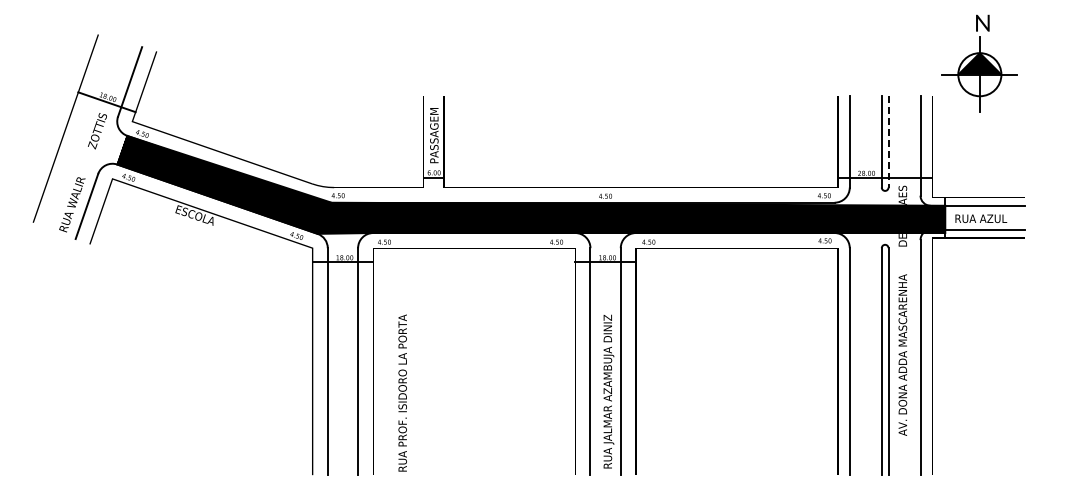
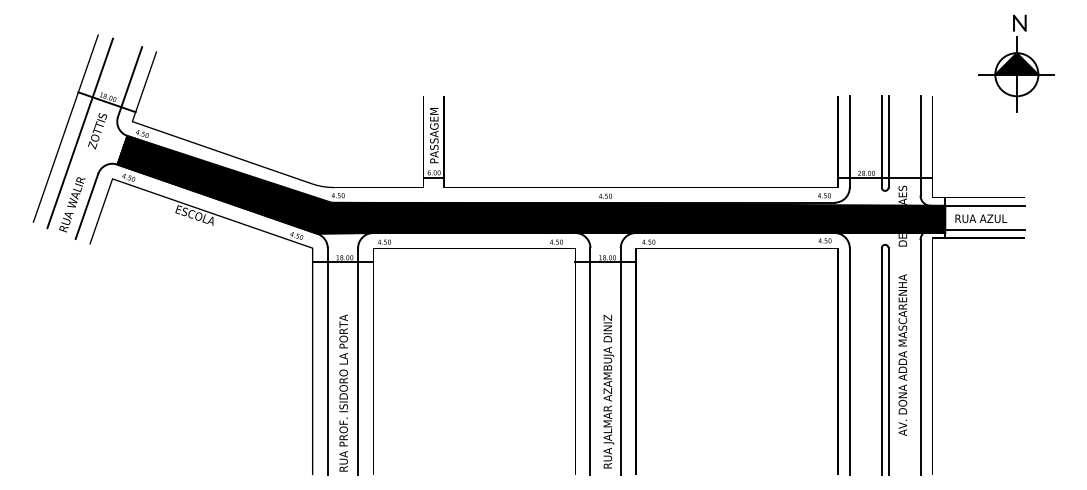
part at (979, 63) position: (979, 63) -> (1016, 63)
line at (79, 133): none -> present
line at (888, 142): dashed -> solid
text at (402, 392) position: (402, 392) -> (343, 392)
